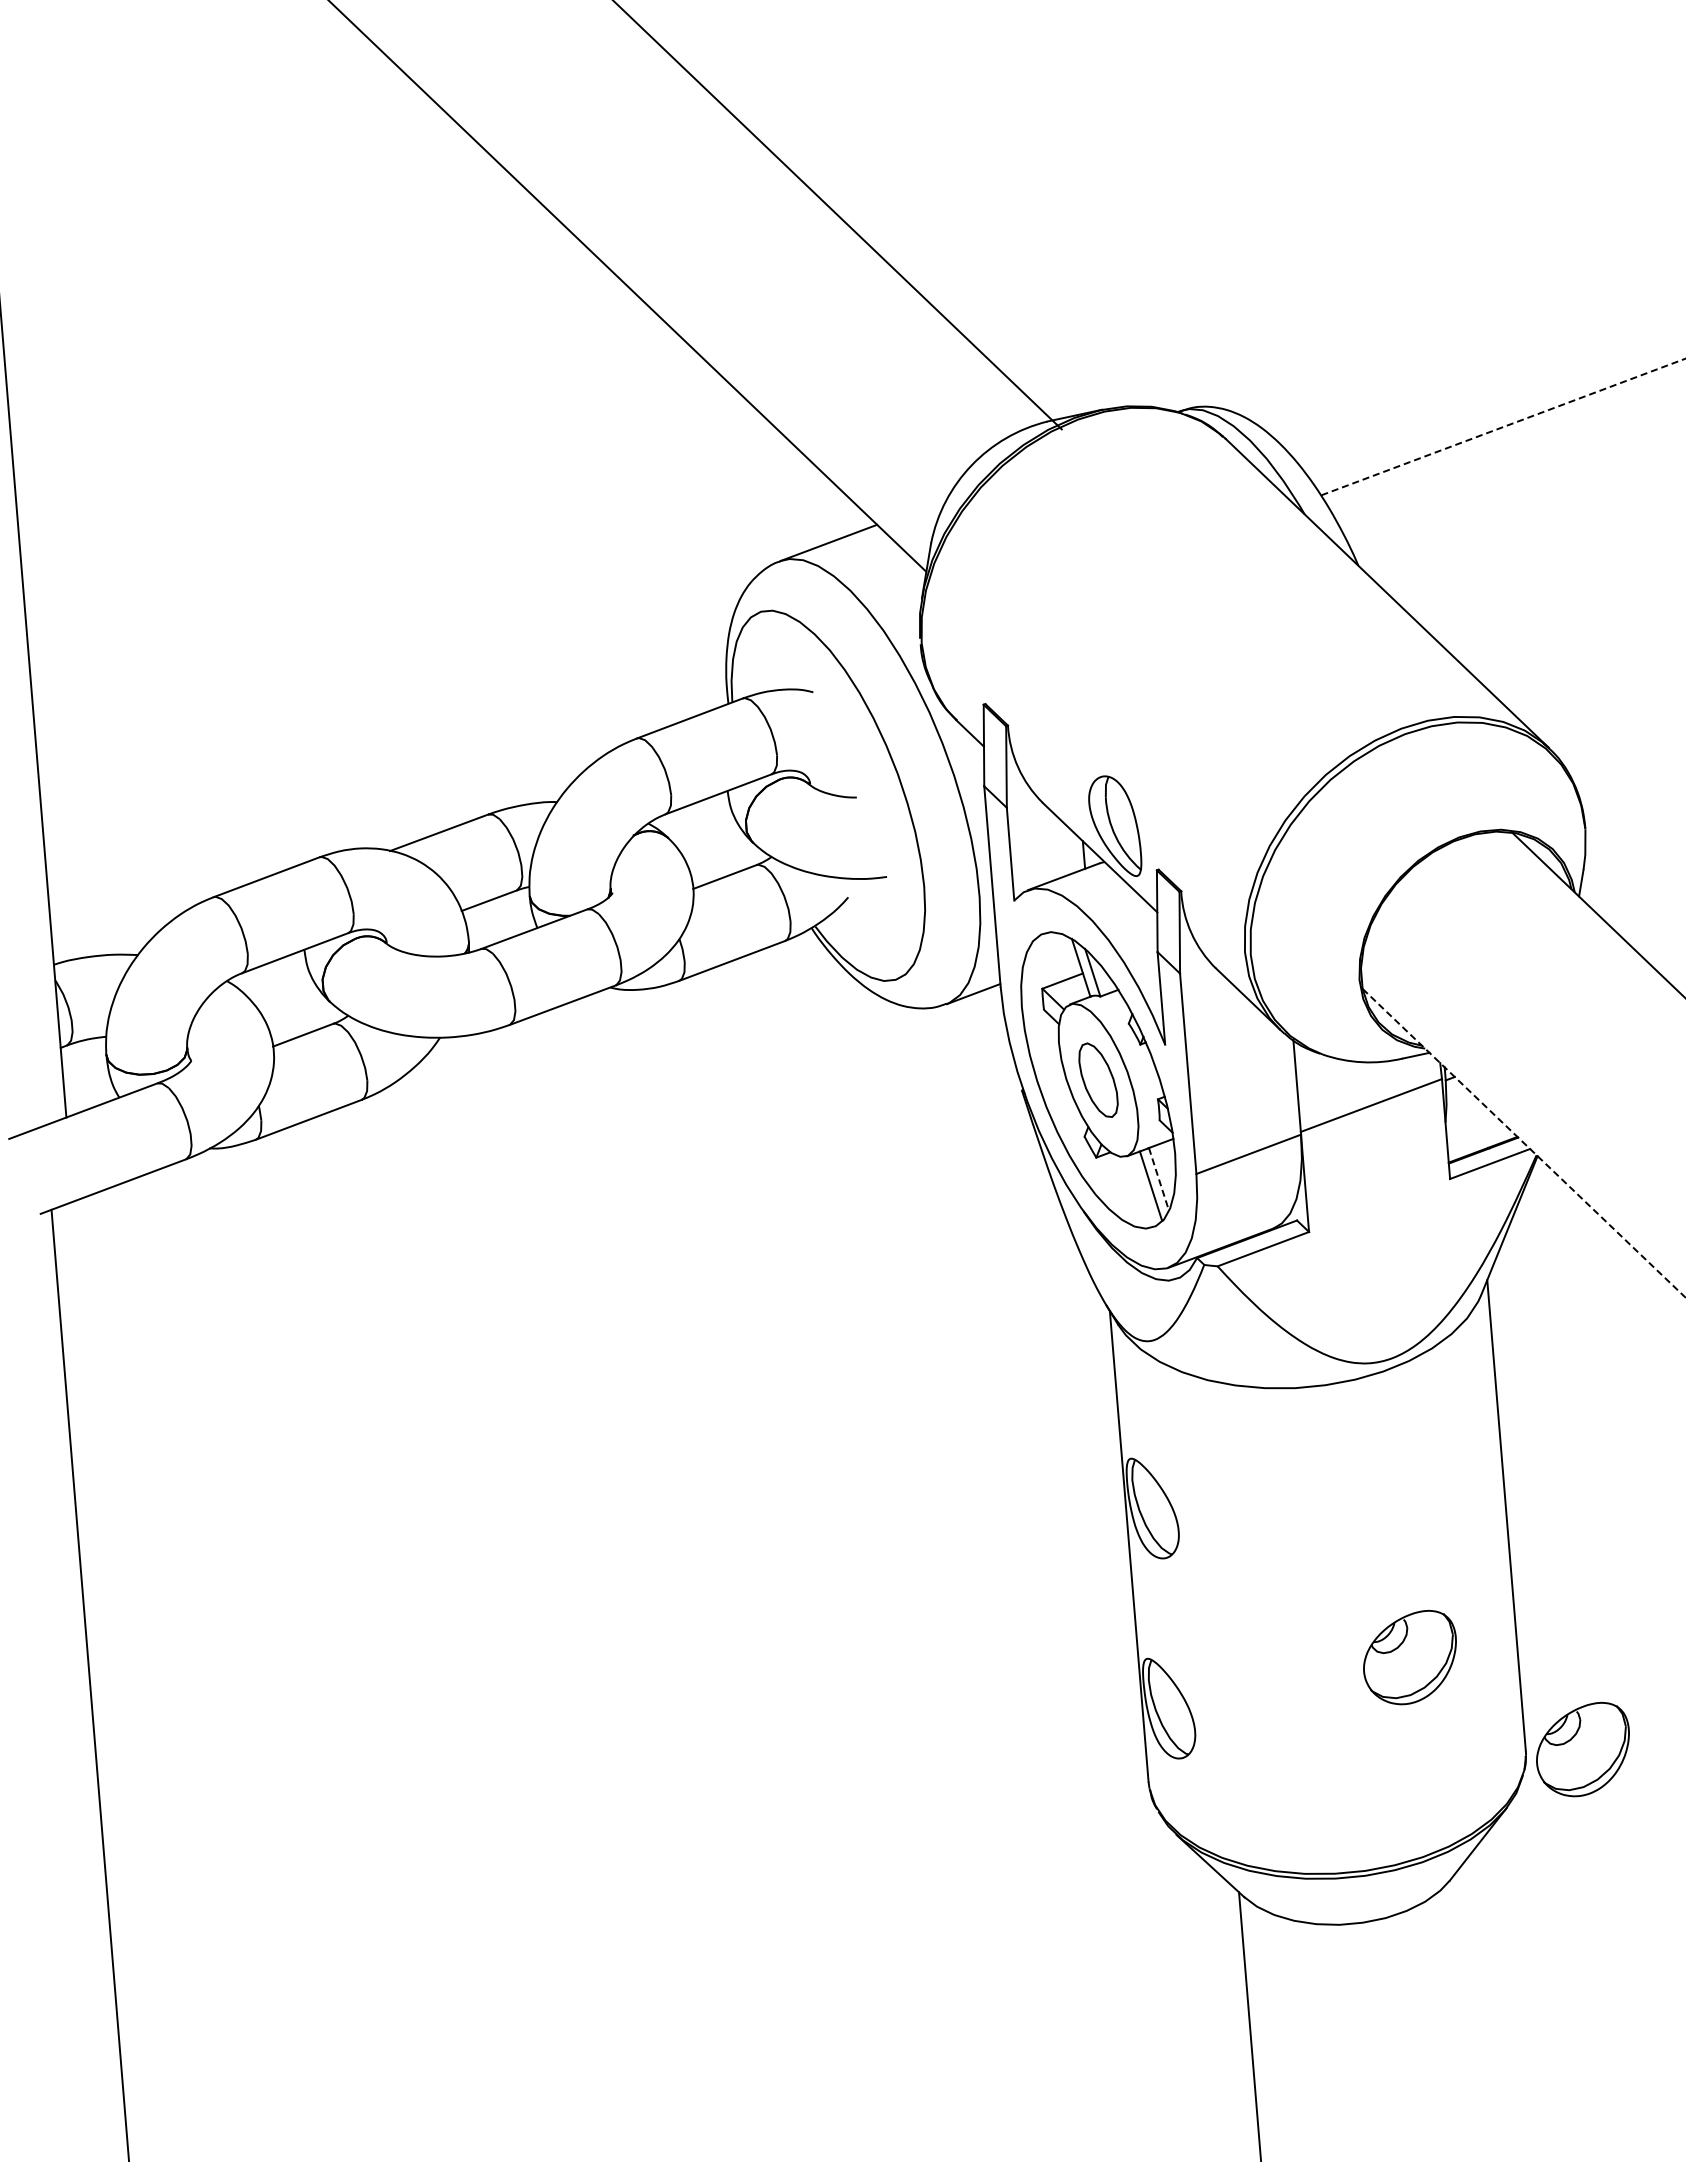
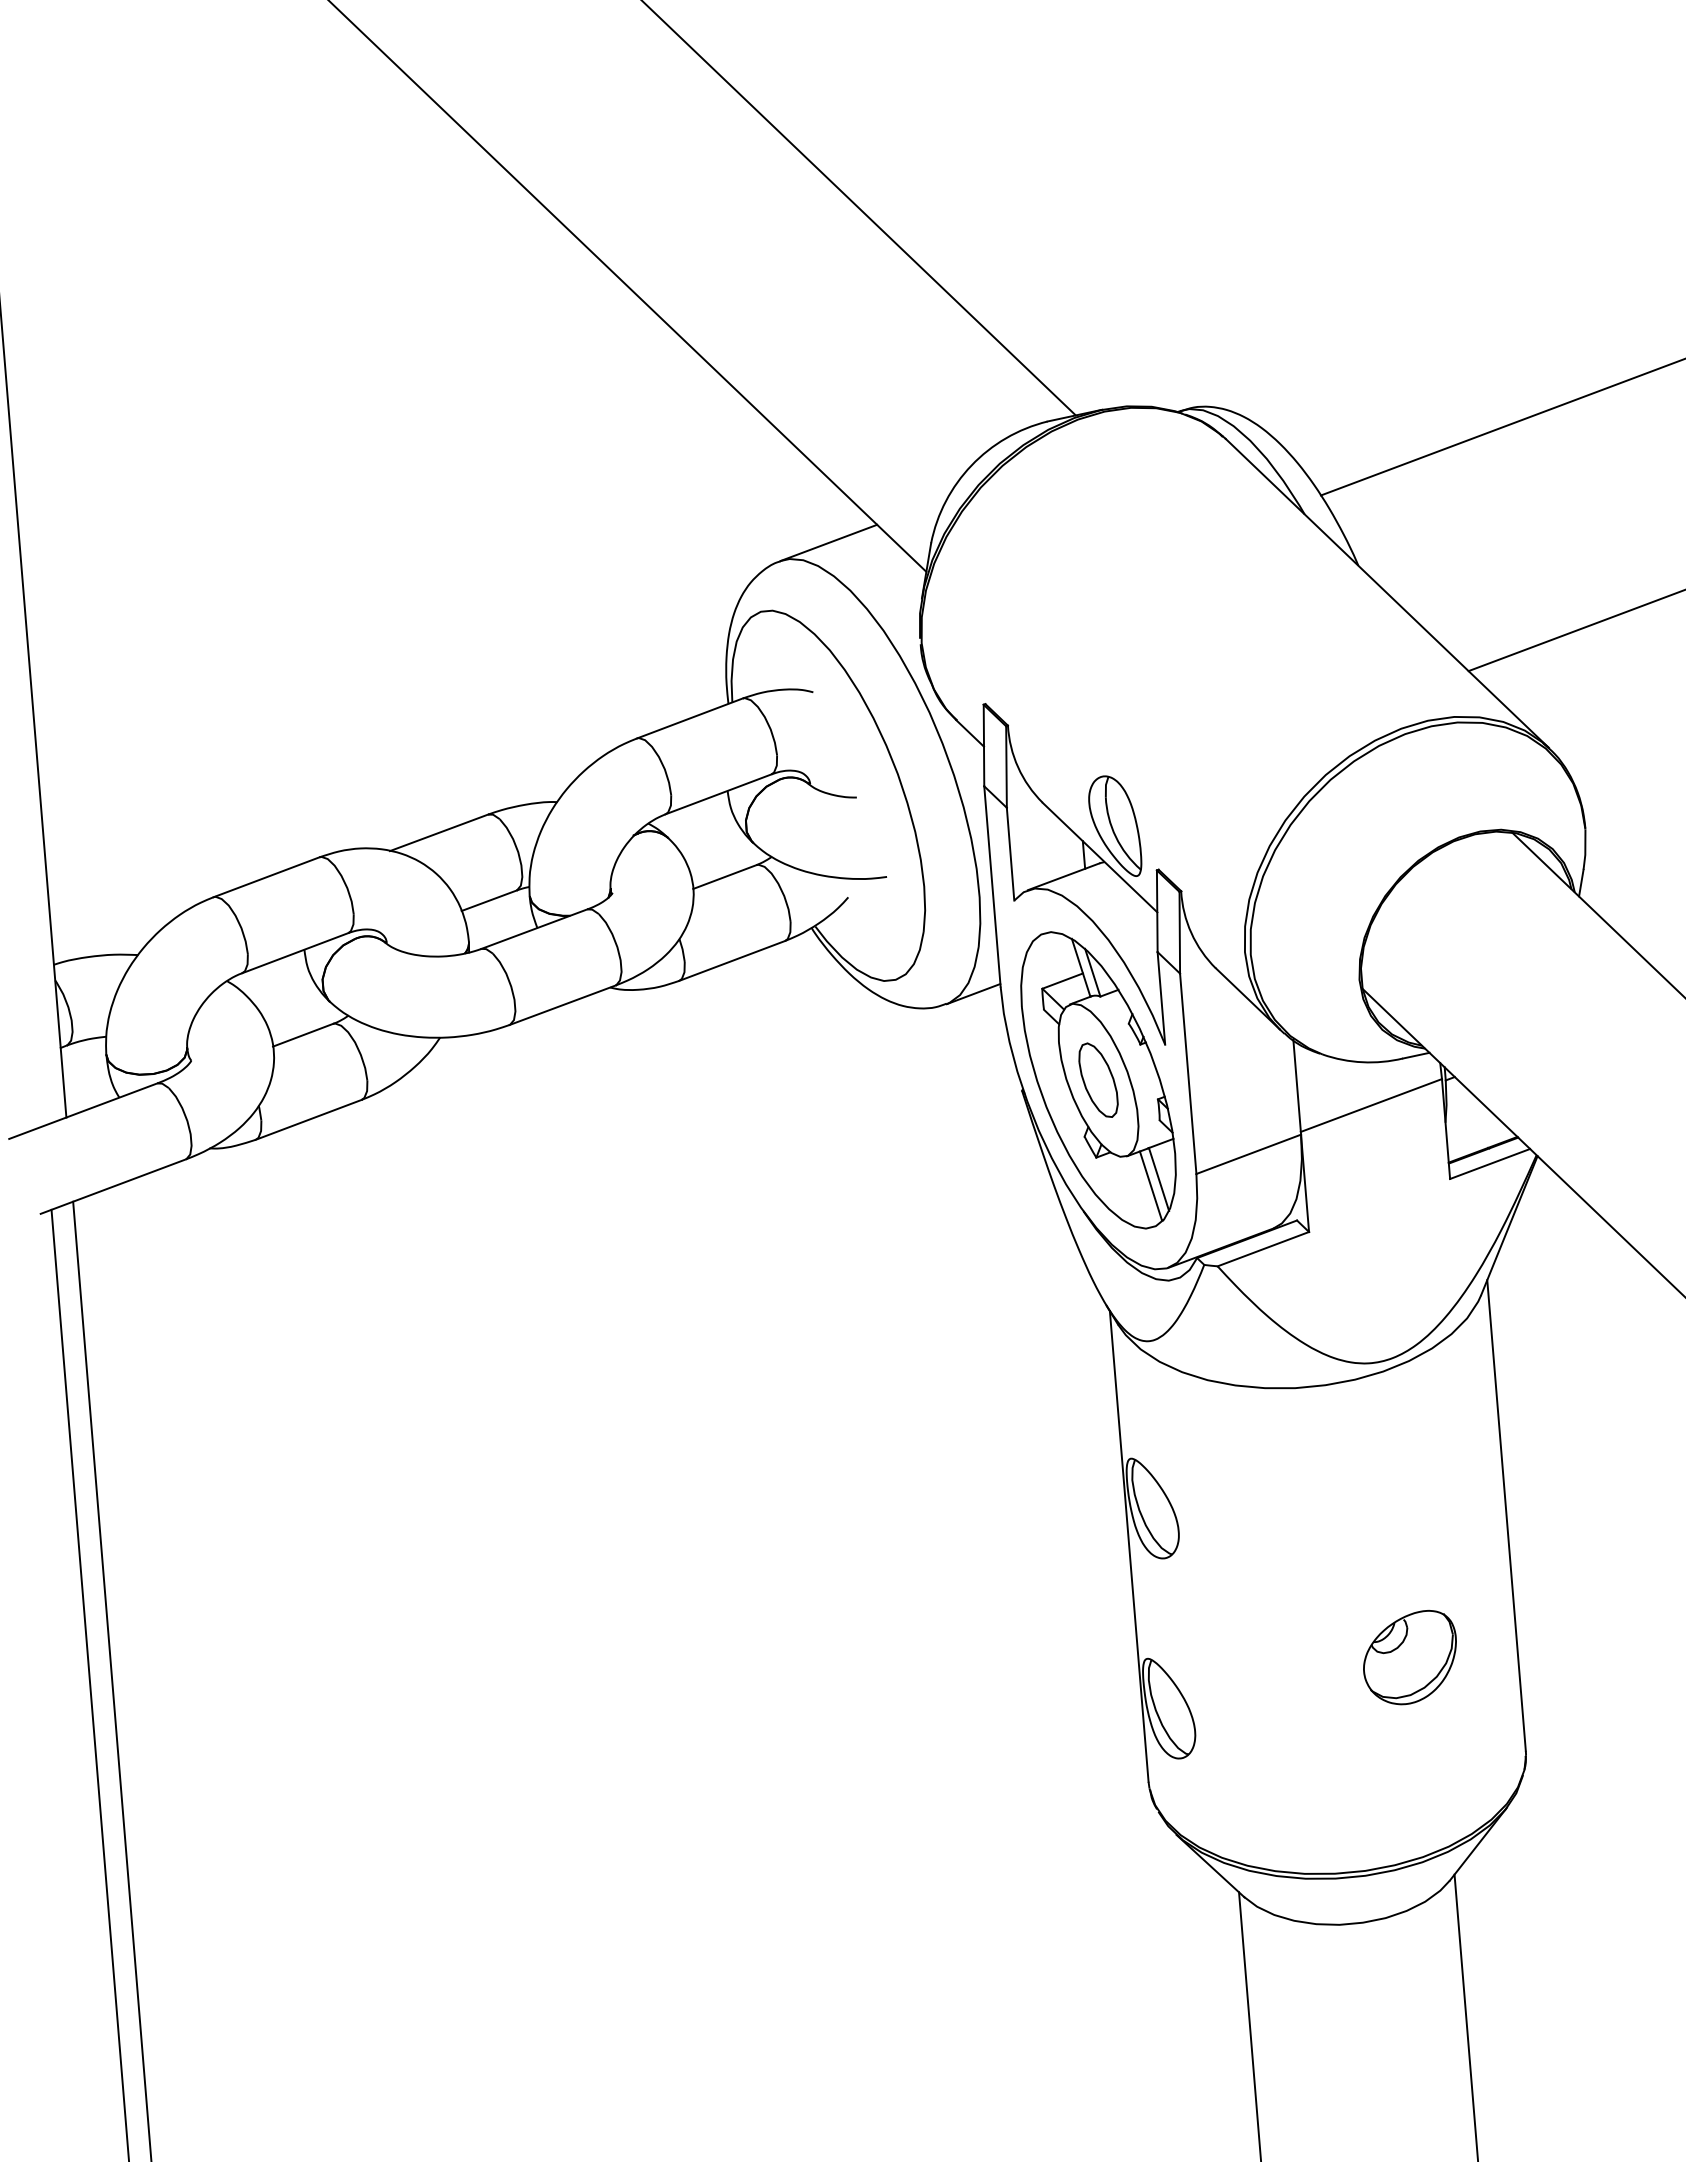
line at (837, 215) position: (837, 215) -> (859, 208)
line at (1502, 427): dashed -> solid
line at (1575, 631): none -> present
line at (1524, 1143): dashed -> solid
line at (1159, 1180): dashed -> solid
line at (112, 1679): none -> present
part at (1582, 1749): present -> none
line at (1465, 2016): none -> present
